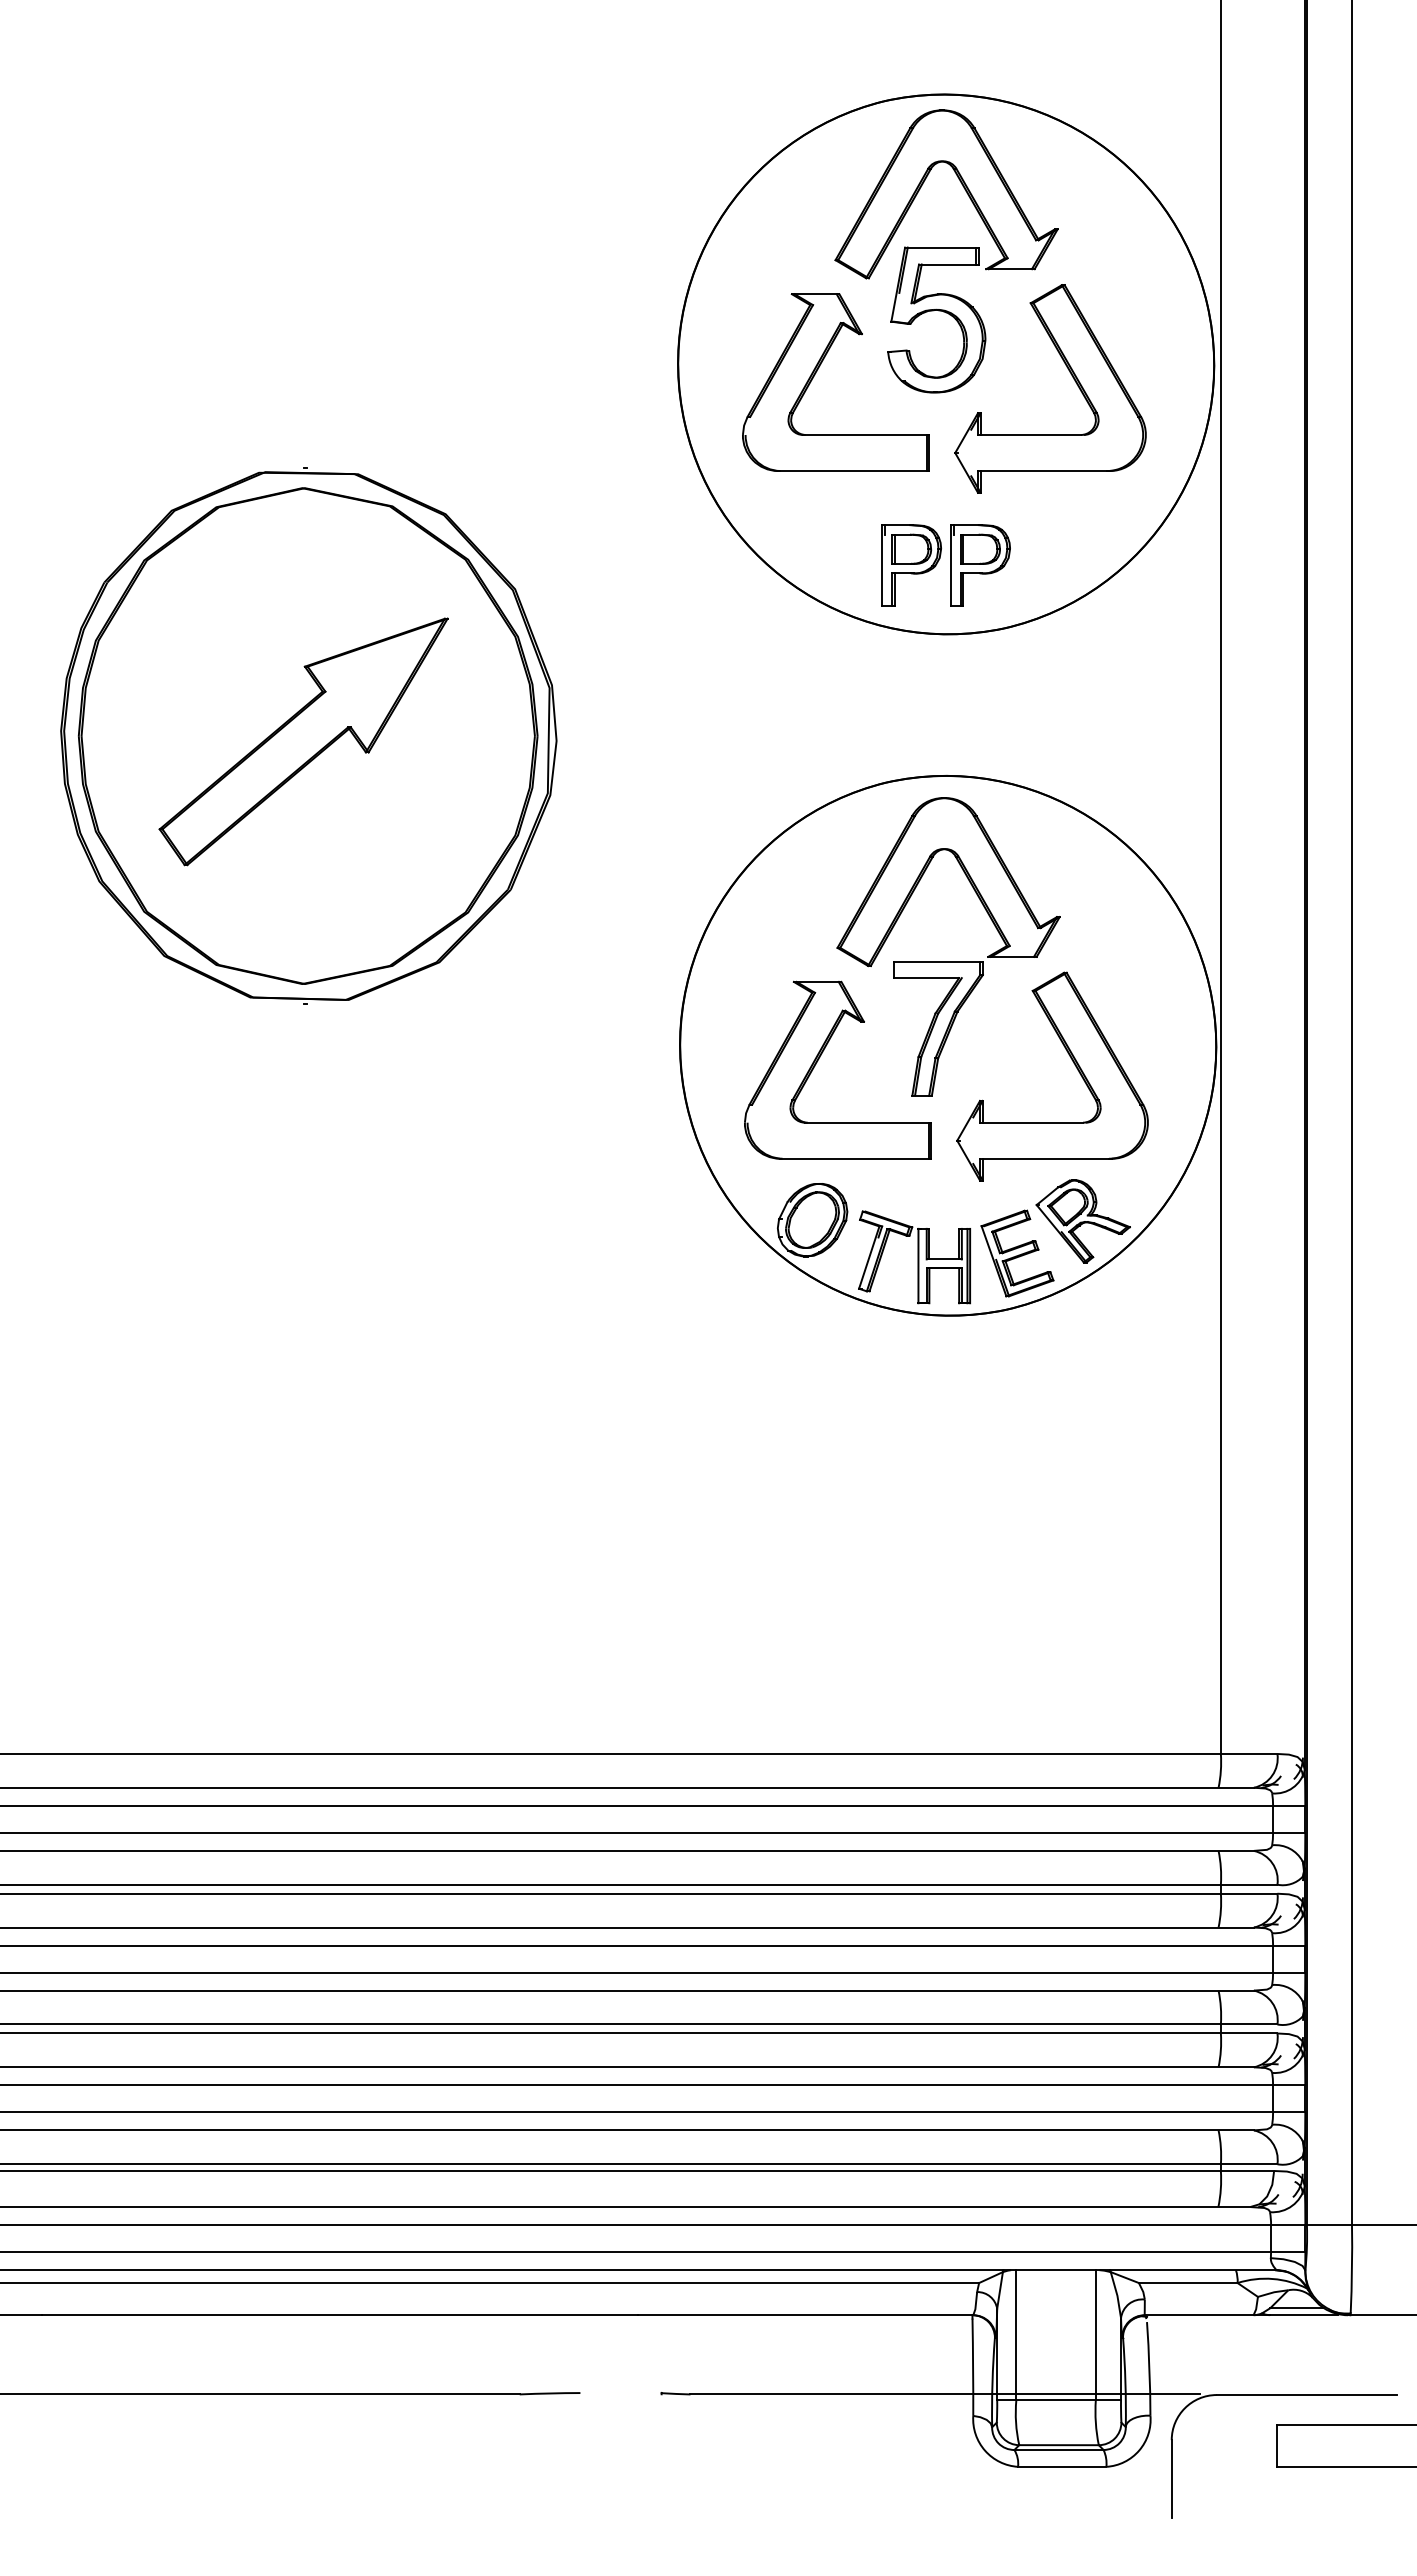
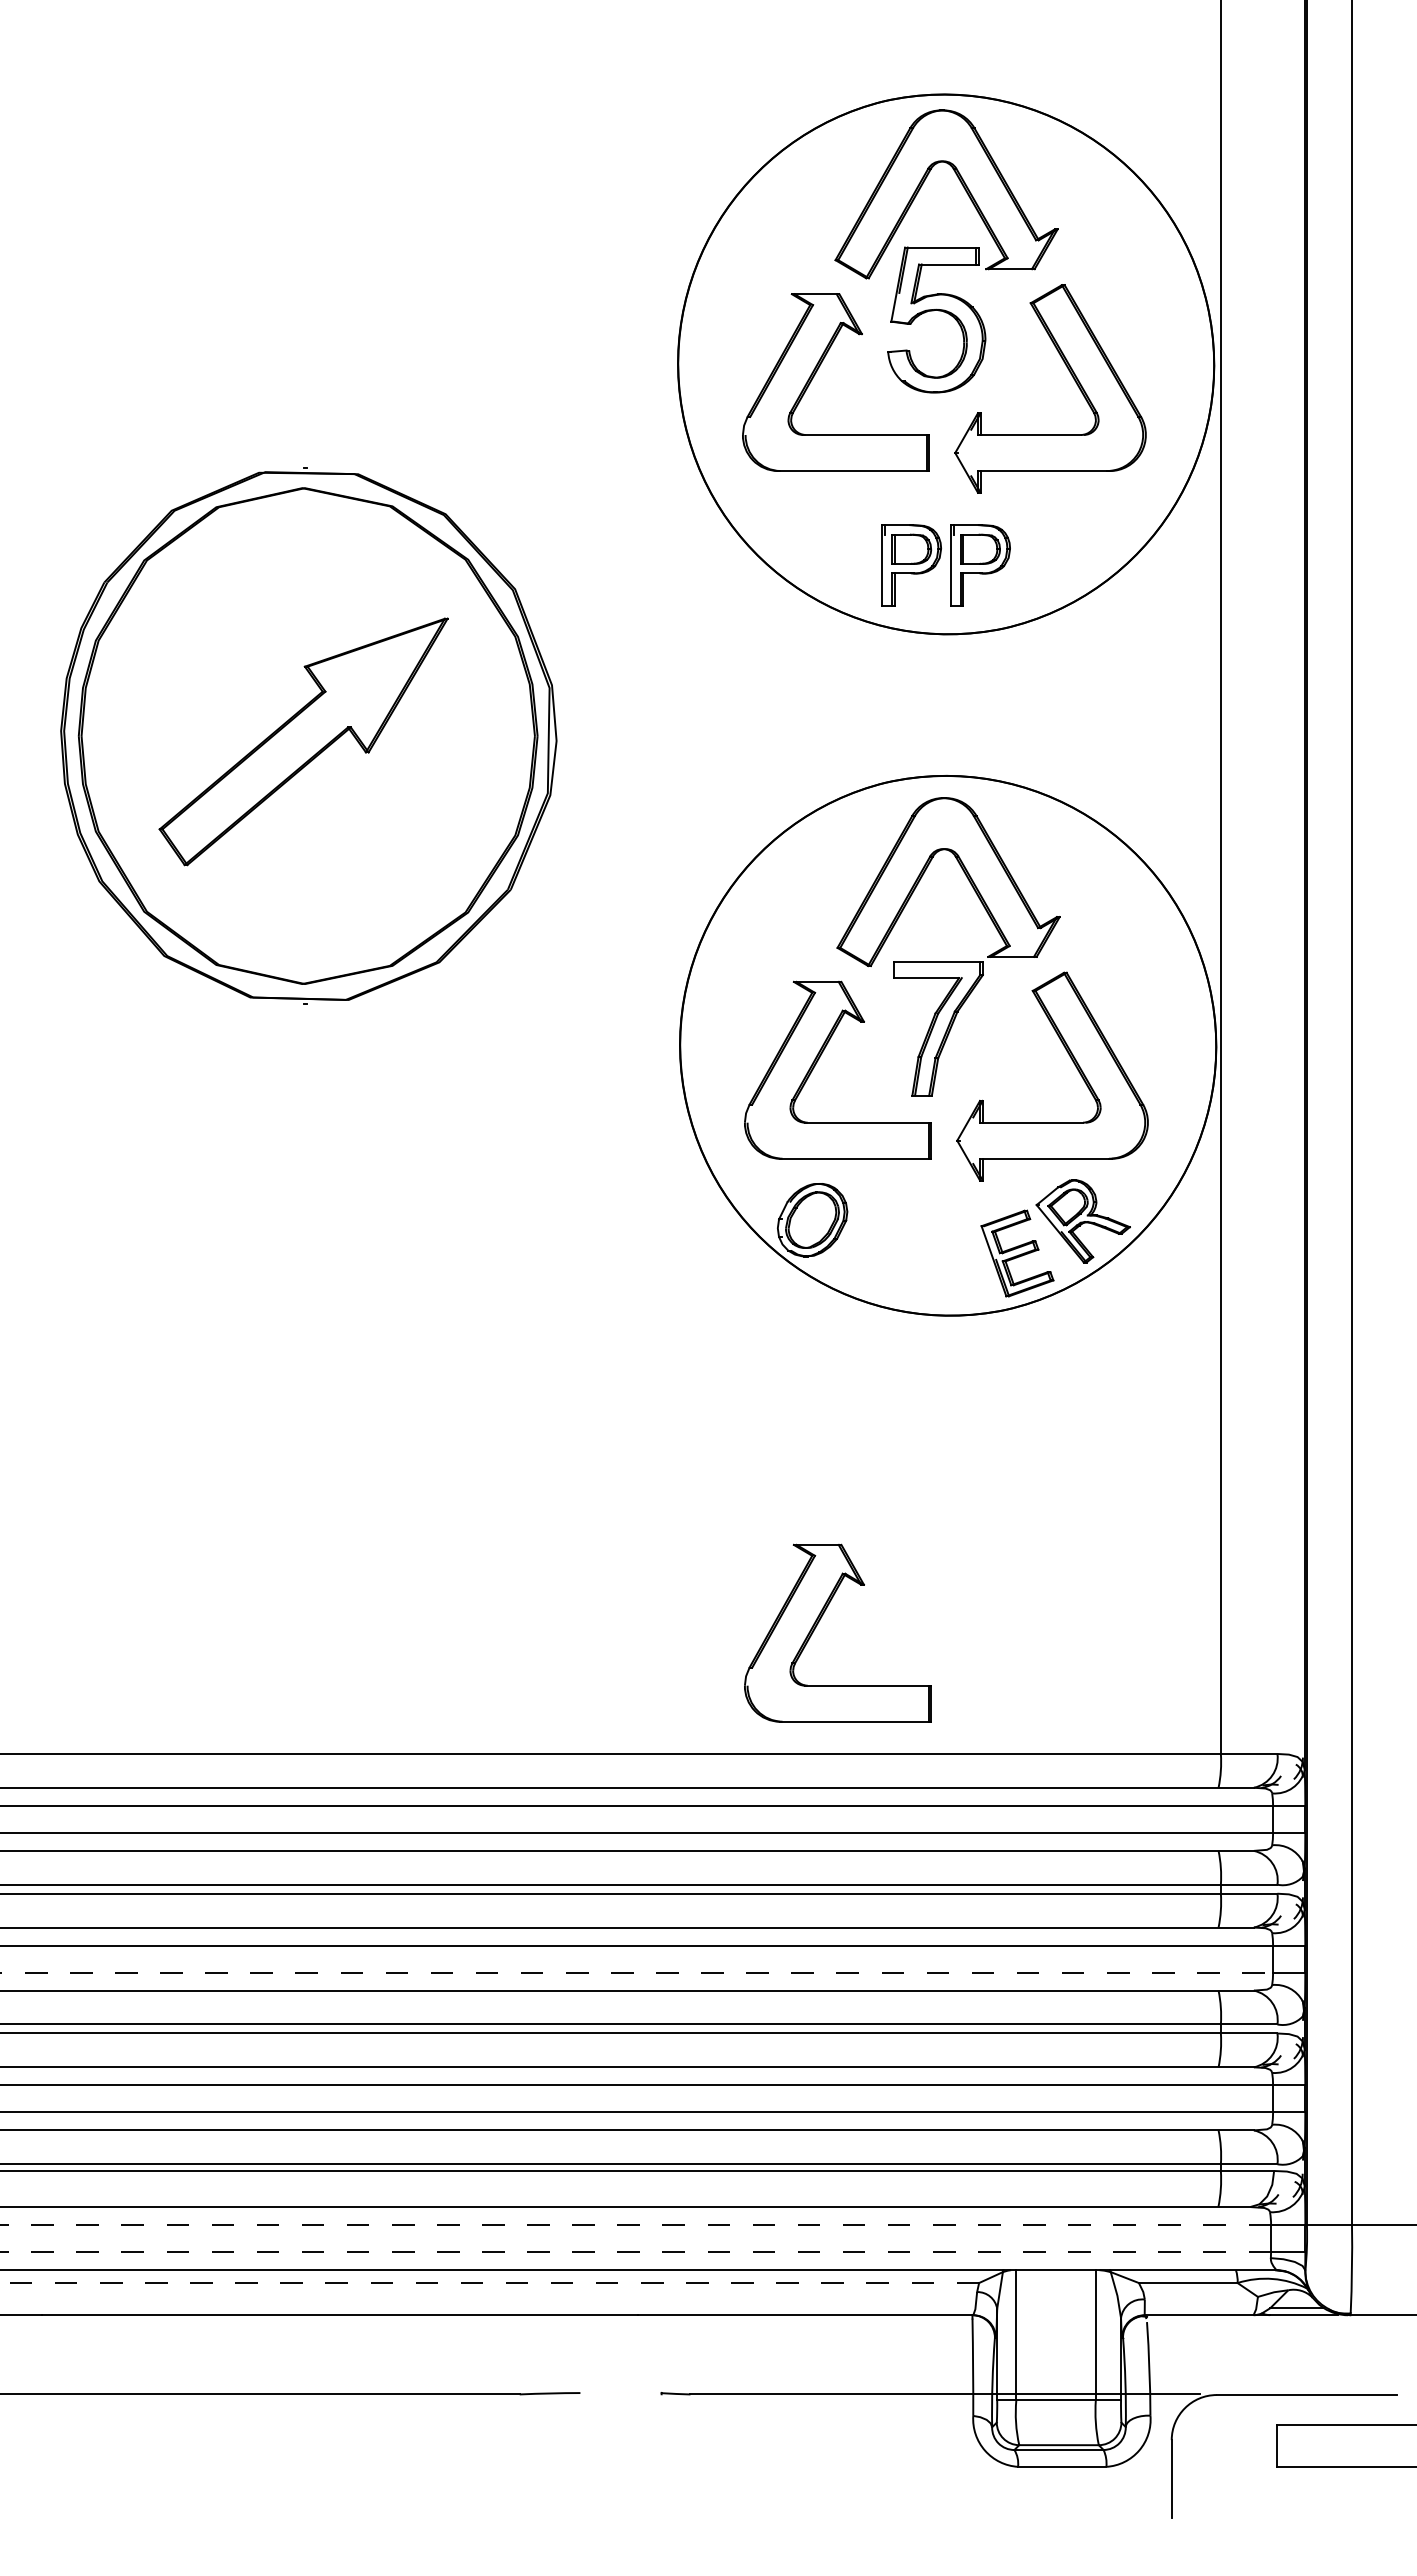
part at (914, 1257): present -> none
part at (819, 1622): none -> present
line at (637, 1972): solid -> dashed
line at (635, 2225): solid -> dashed
line at (635, 2252): solid -> dashed
line at (489, 2283): solid -> dashed
